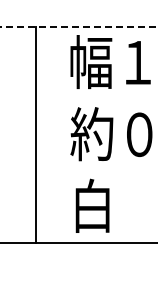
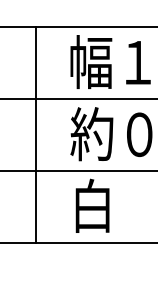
line at (78, 26): dashed -> solid
line at (78, 98): none -> present
line at (78, 170): none -> present
